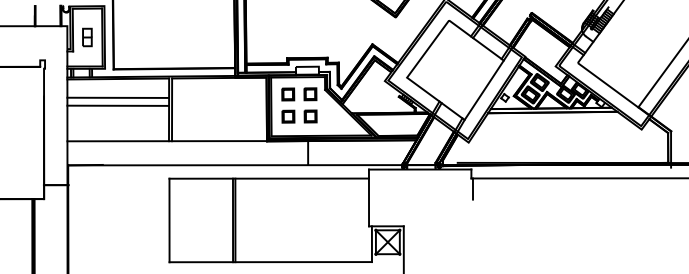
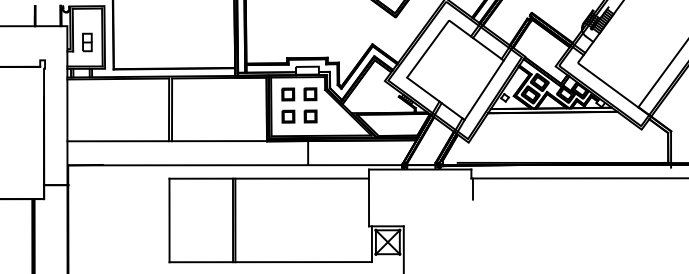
part at (87, 37) position: (87, 37) -> (87, 42)
line at (117, 97): present -> none
line at (117, 105): present -> none
